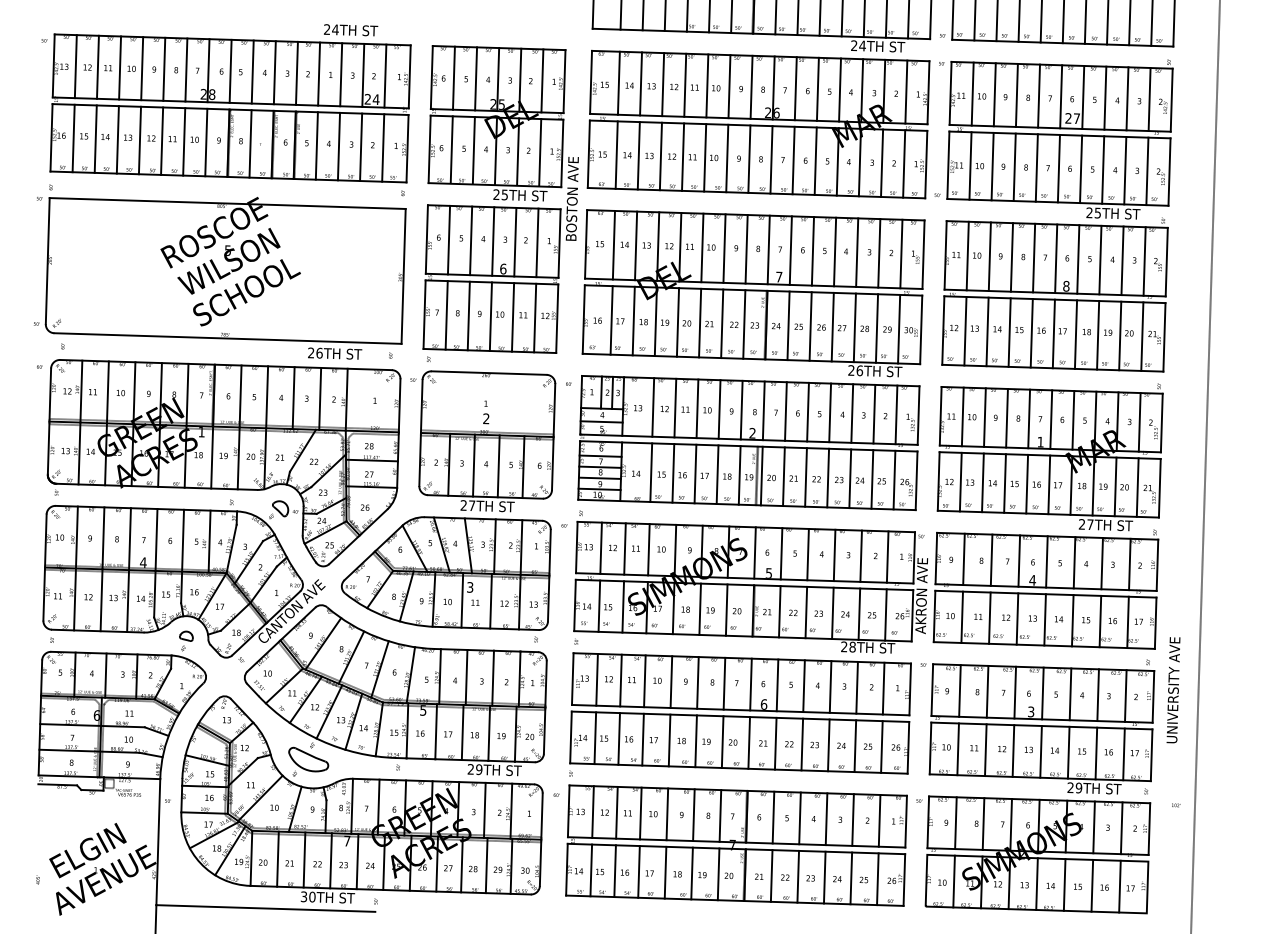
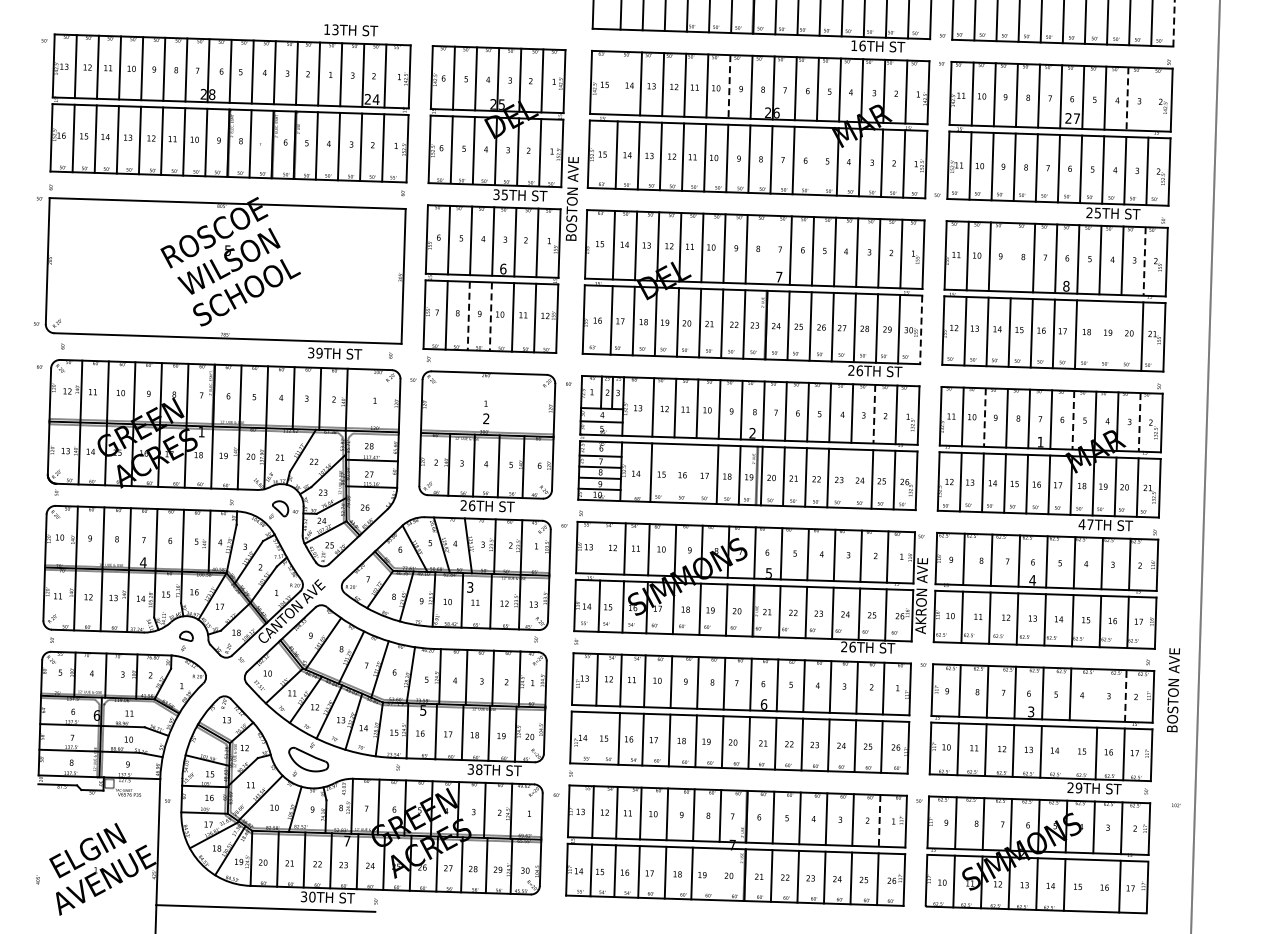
line at (1174, 22): solid -> dashed
text at (330, 29): 24TH -> 13TH
text at (858, 45): 24TH -> 16TH
line at (618, 82): present -> none
line at (729, 86): solid -> dashed
line at (1127, 98): solid -> dashed
line at (1149, 99): present -> none
line at (815, 160): present -> none
text at (496, 195): 25TH -> 35TH
line at (768, 249): present -> none
line at (1011, 257): present -> none
line at (1144, 261): solid -> dashed
line at (468, 316): solid -> dashed
line at (490, 317): solid -> dashed
line at (921, 330): solid -> dashed
line at (1098, 335): present -> none
line at (1120, 335): present -> none
text at (315, 352): 26TH -> 39TH
line at (874, 414): solid -> dashed
line at (984, 418): solid -> dashed
line at (1073, 420): solid -> dashed
line at (1139, 422): solid -> dashed
line at (673, 473): present -> none
line at (695, 473): present -> none
line at (850, 478): present -> none
text at (472, 505): 27TH -> 26TH
text at (1081, 524): 27TH -> 47TH
line at (600, 547): present -> none
text at (852, 646): 28TH -> 26TH
text at (1173, 690): UNIVERSITY AVE -> BOSTON AVE
line at (1097, 695): present -> none
line at (1125, 696): solid -> dashed
line at (595, 738): present -> none
line at (1068, 752): present -> none
text at (474, 769): 29TH -> 38TH
line at (879, 820): solid -> dashed
line at (718, 874): present -> none
line at (1092, 885): present -> none
